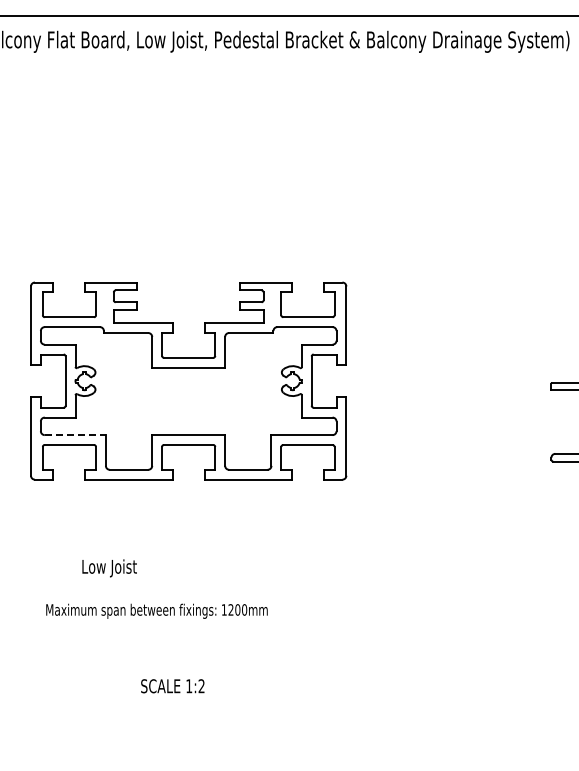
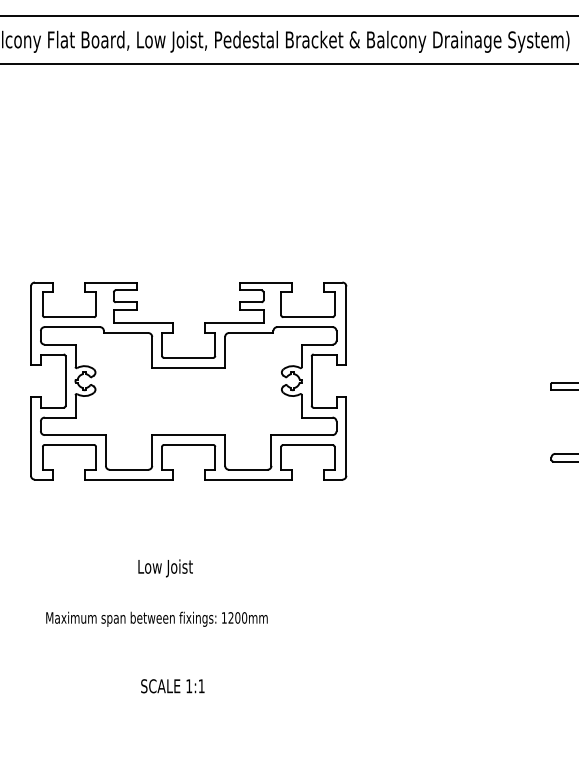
line at (288, 64): none -> present
line at (75, 435): dashed -> solid
text at (109, 568) position: (109, 568) -> (165, 568)
text at (156, 610) position: (156, 610) -> (156, 618)
text at (201, 685): 1:2 -> 1:1
